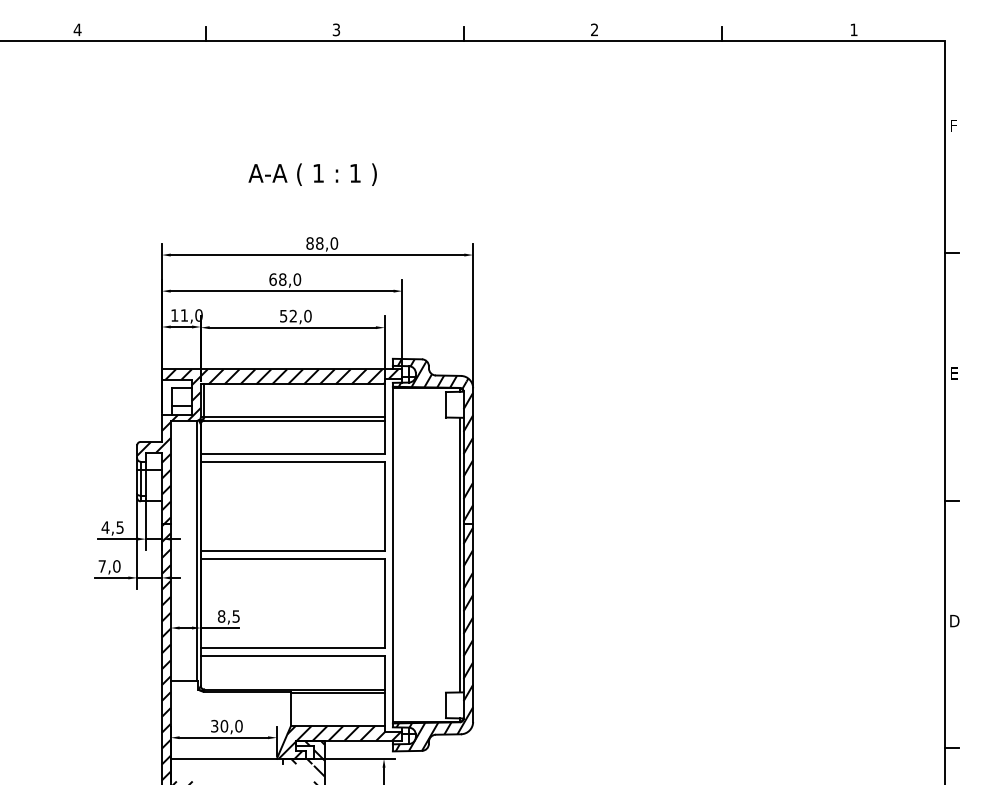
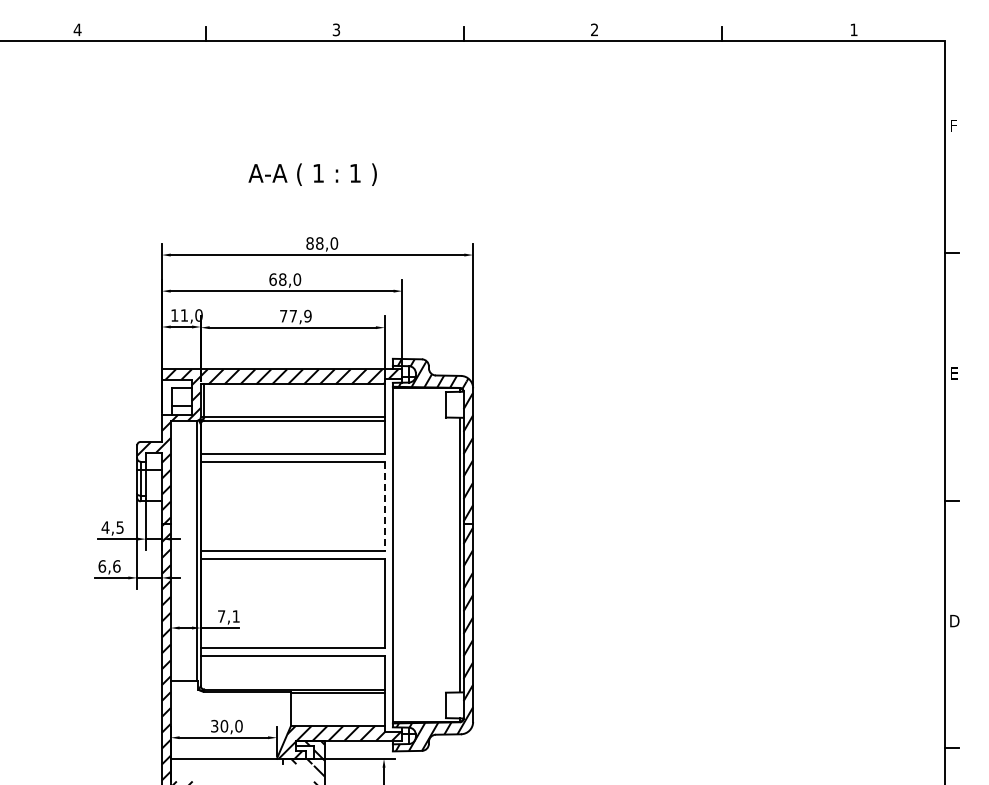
text at (295, 315): 52,0 -> 77,9
line at (384, 506): solid -> dashed
text at (109, 566): 7,0 -> 6,6
text at (228, 616): 8,5 -> 7,1
